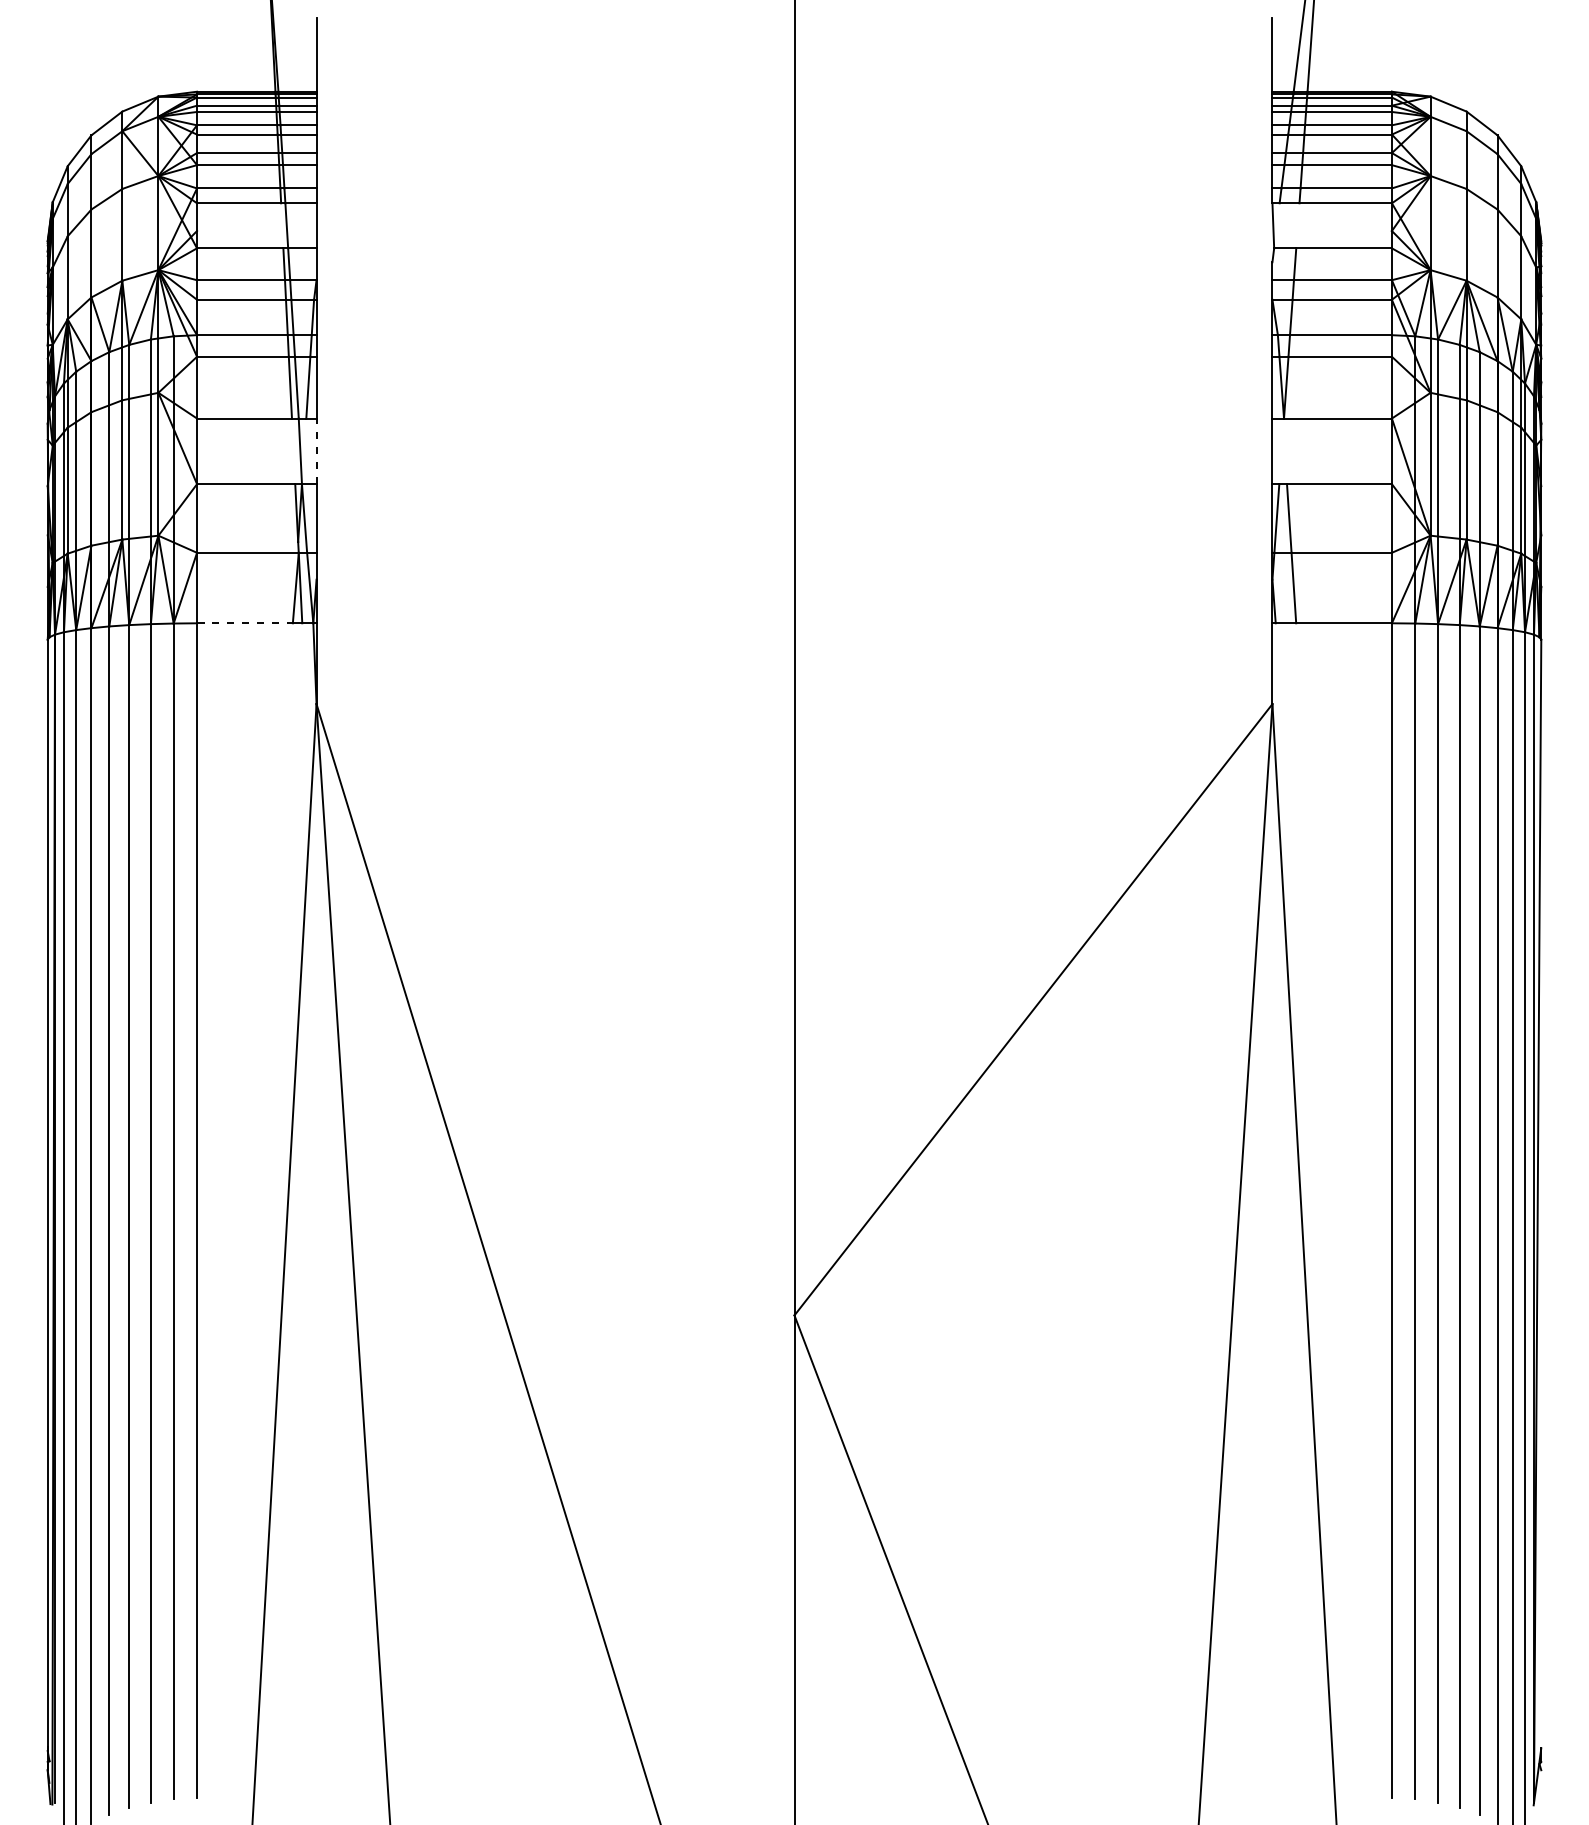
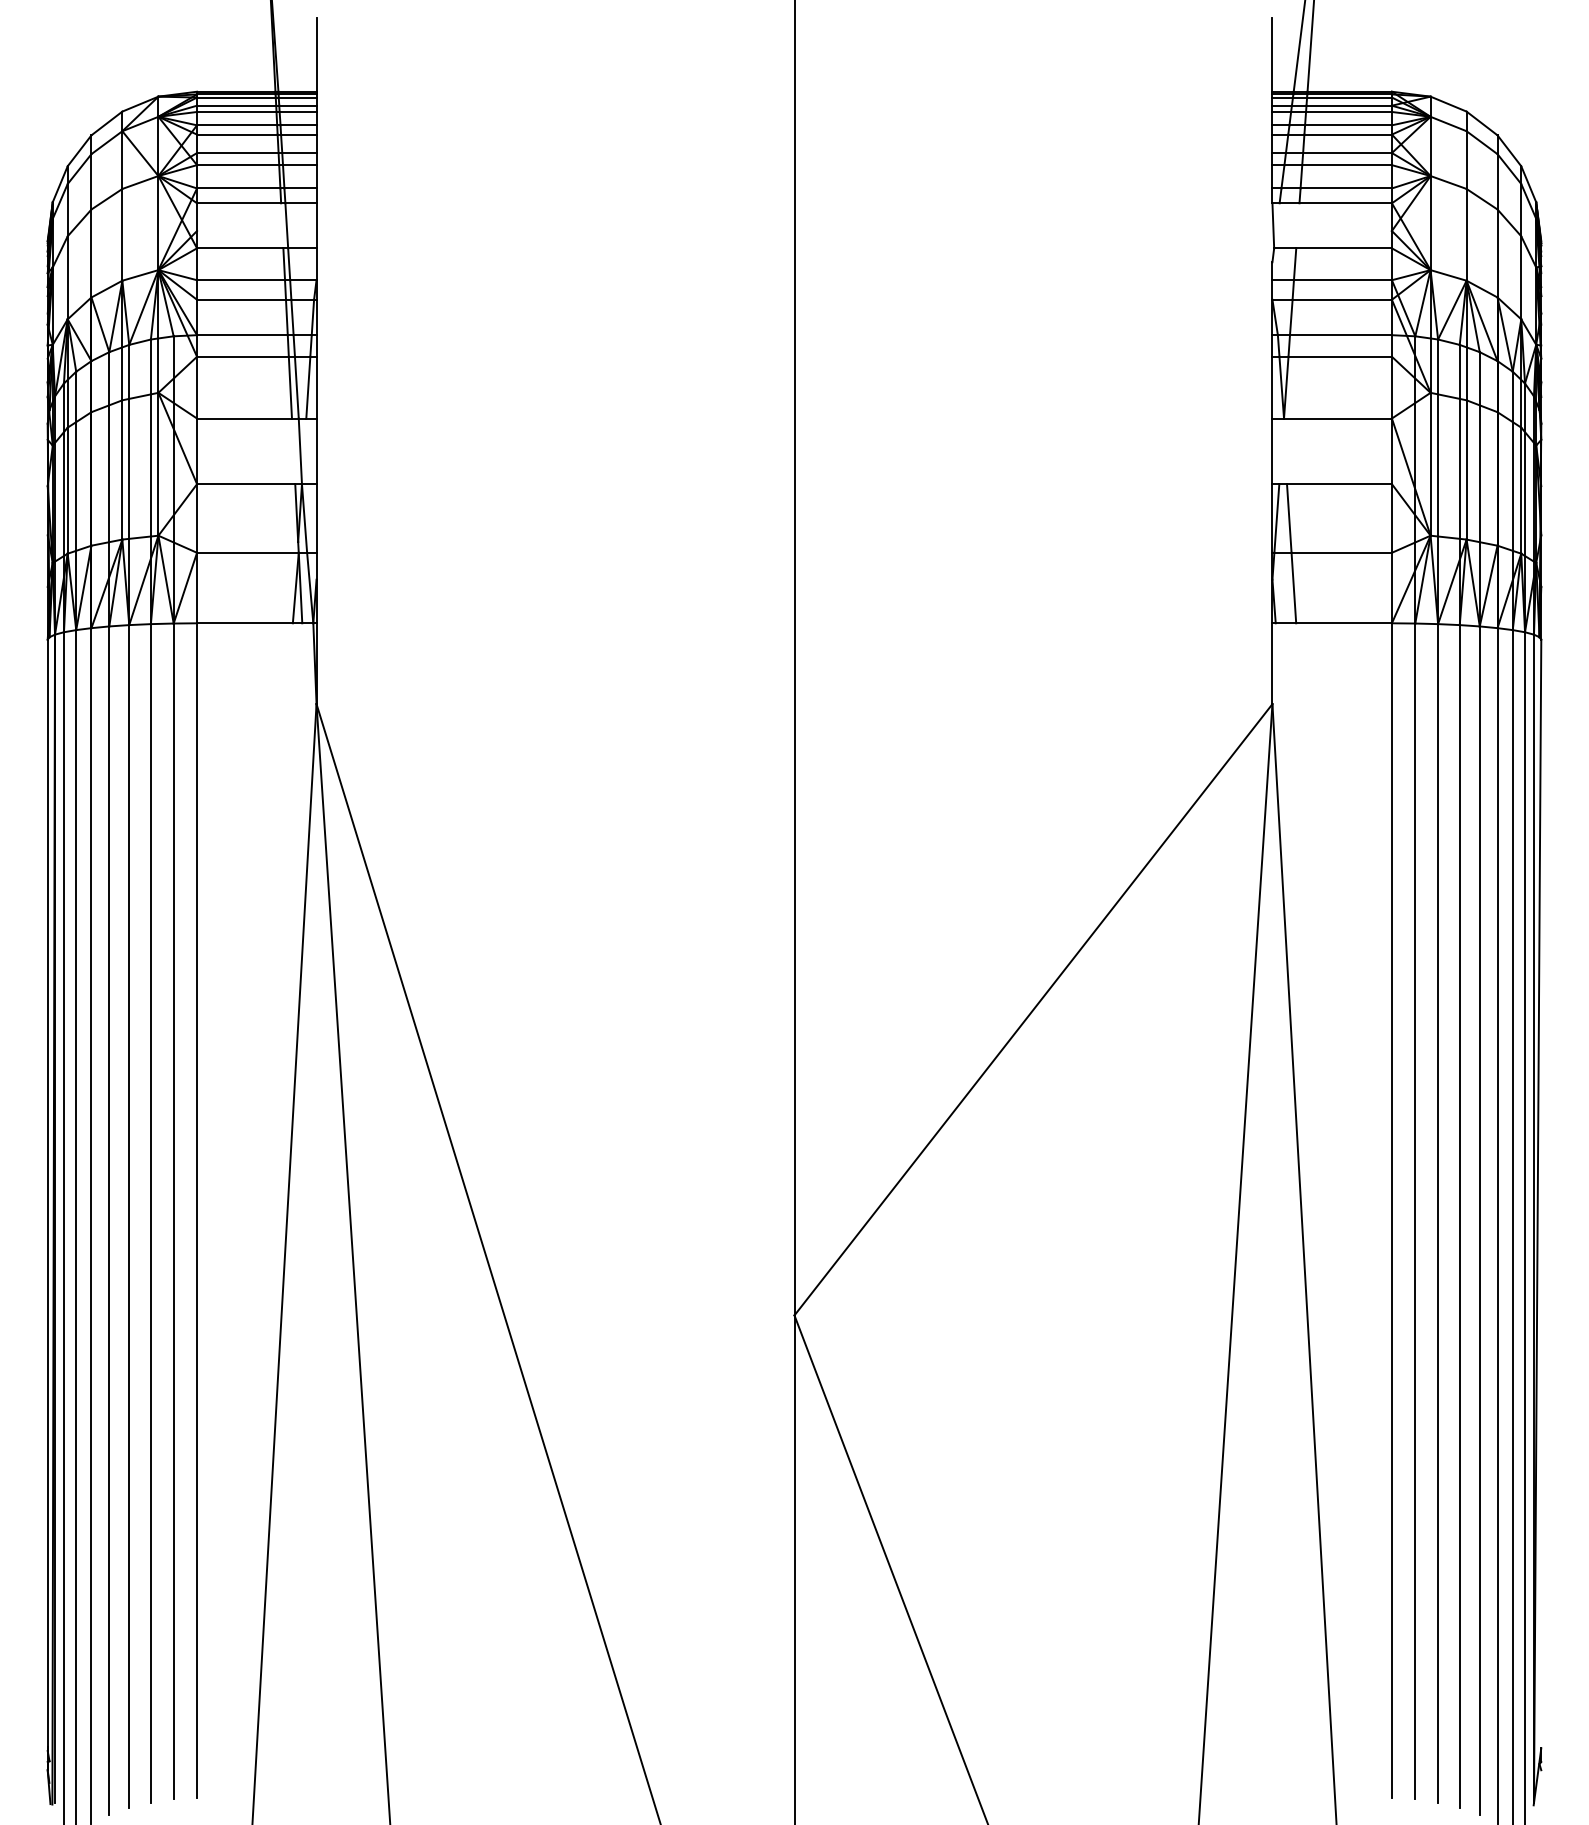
line at (316, 451): dashed -> solid
line at (244, 623): dashed -> solid
